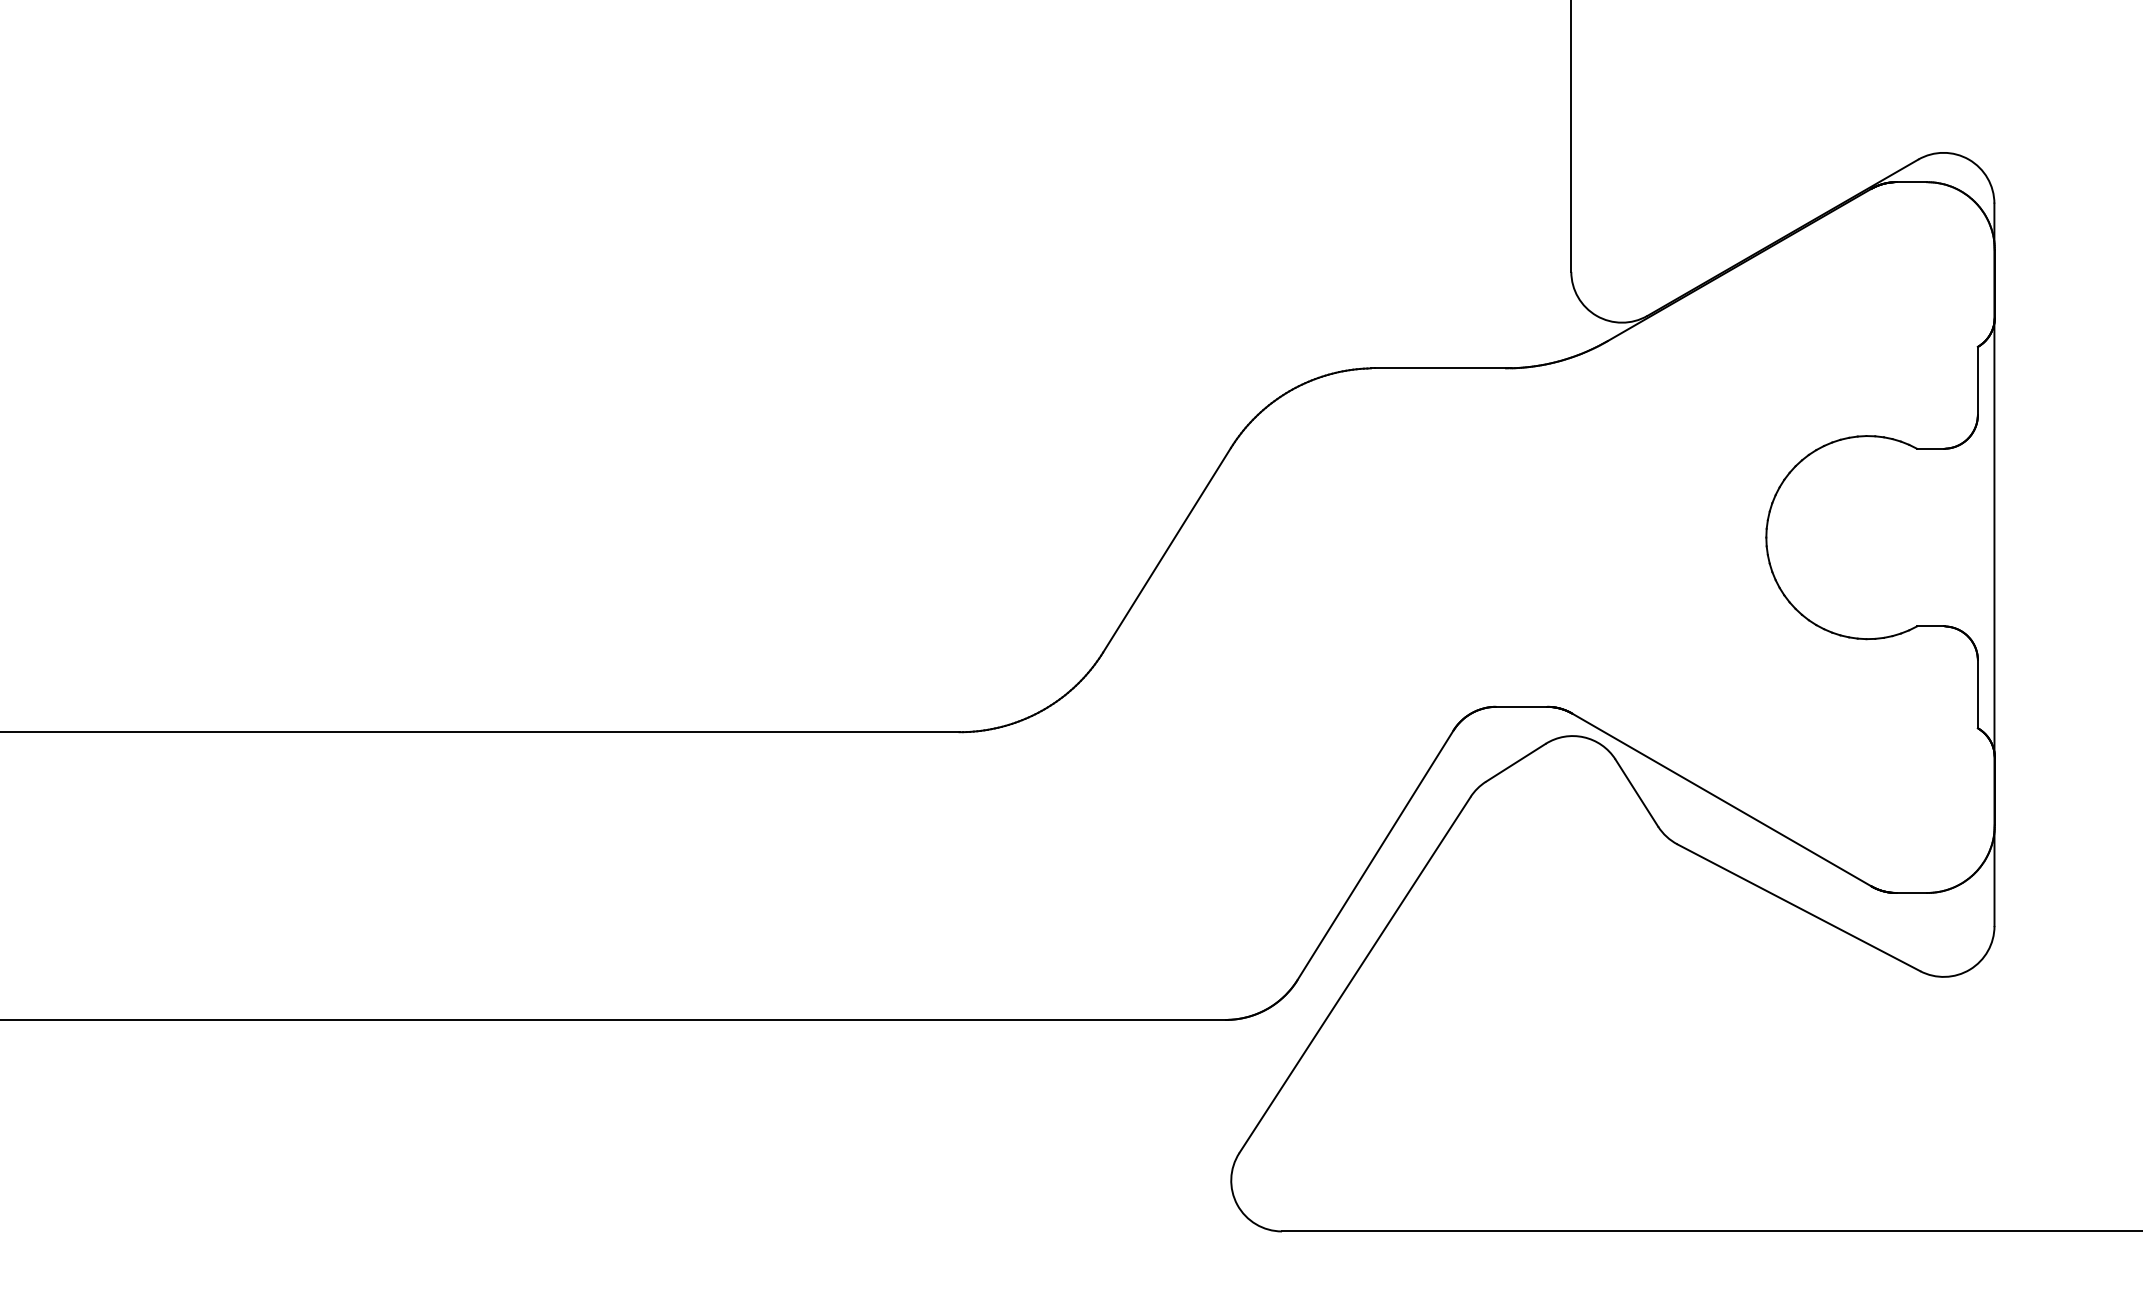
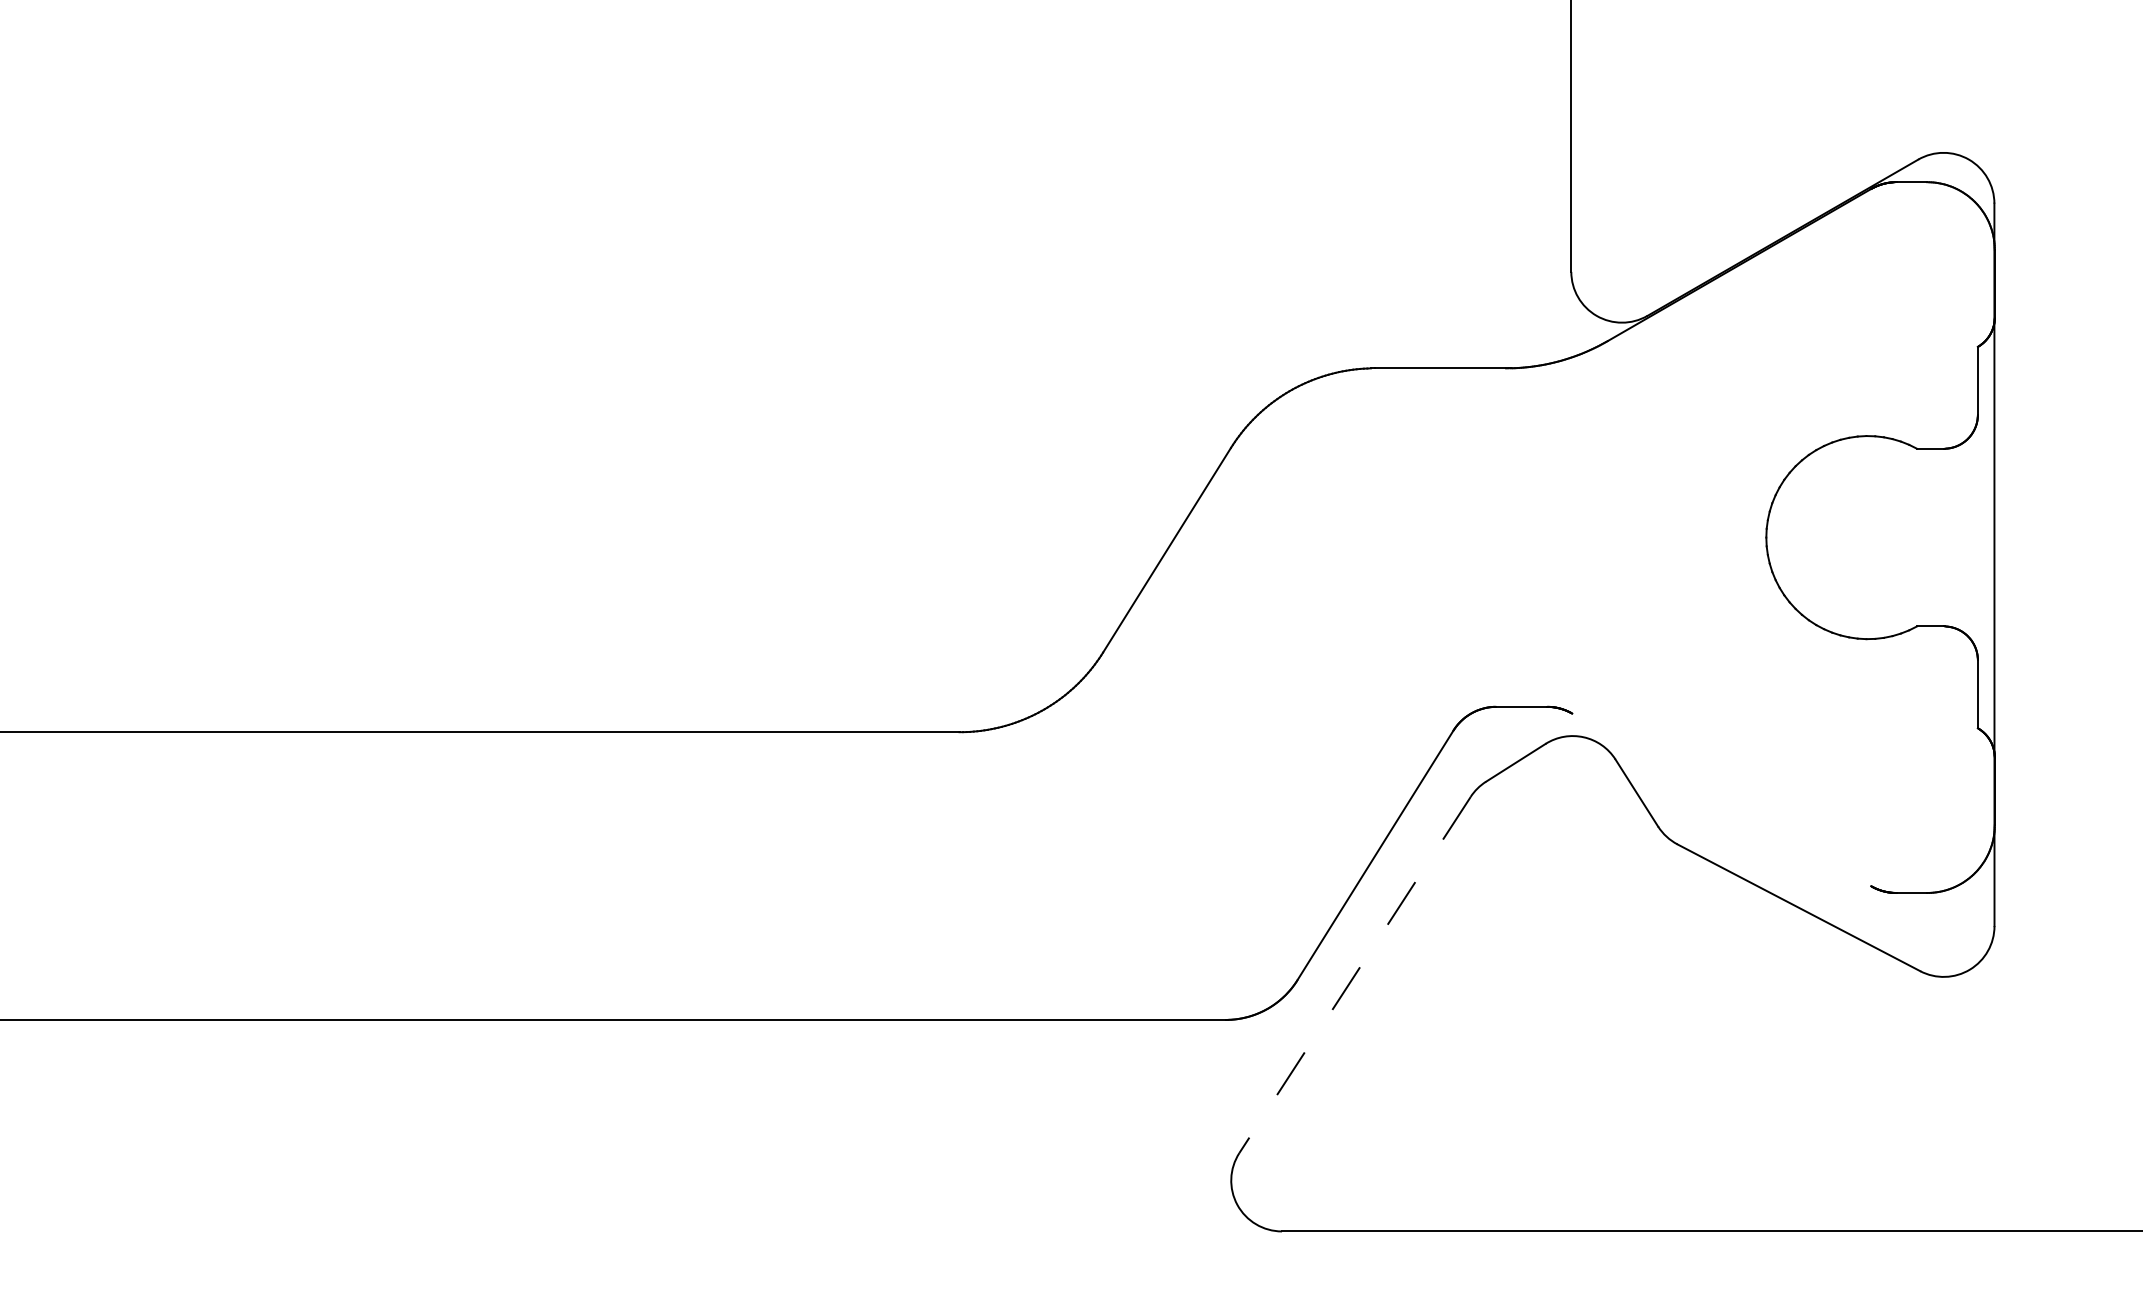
line at (1721, 799): present -> none
line at (1354, 975): solid -> dashed
